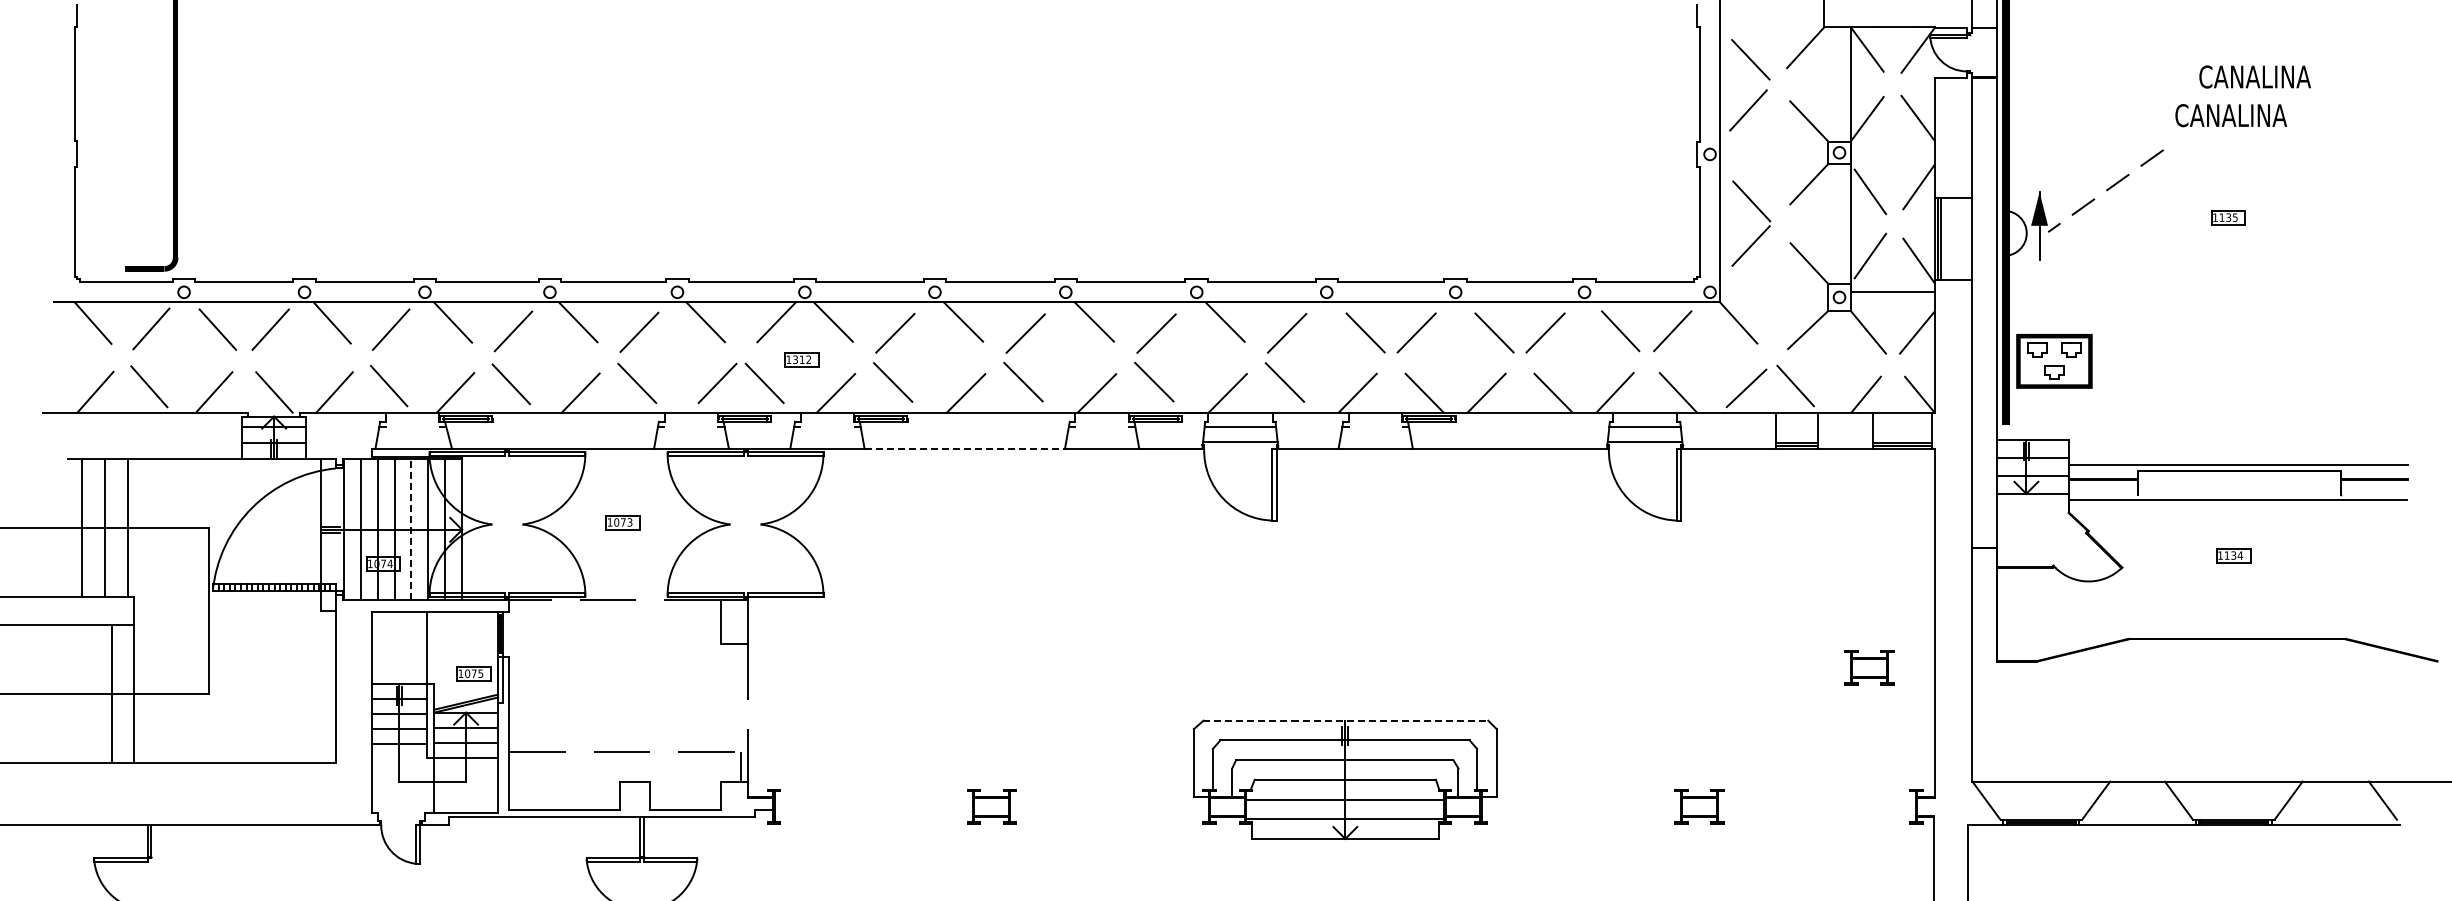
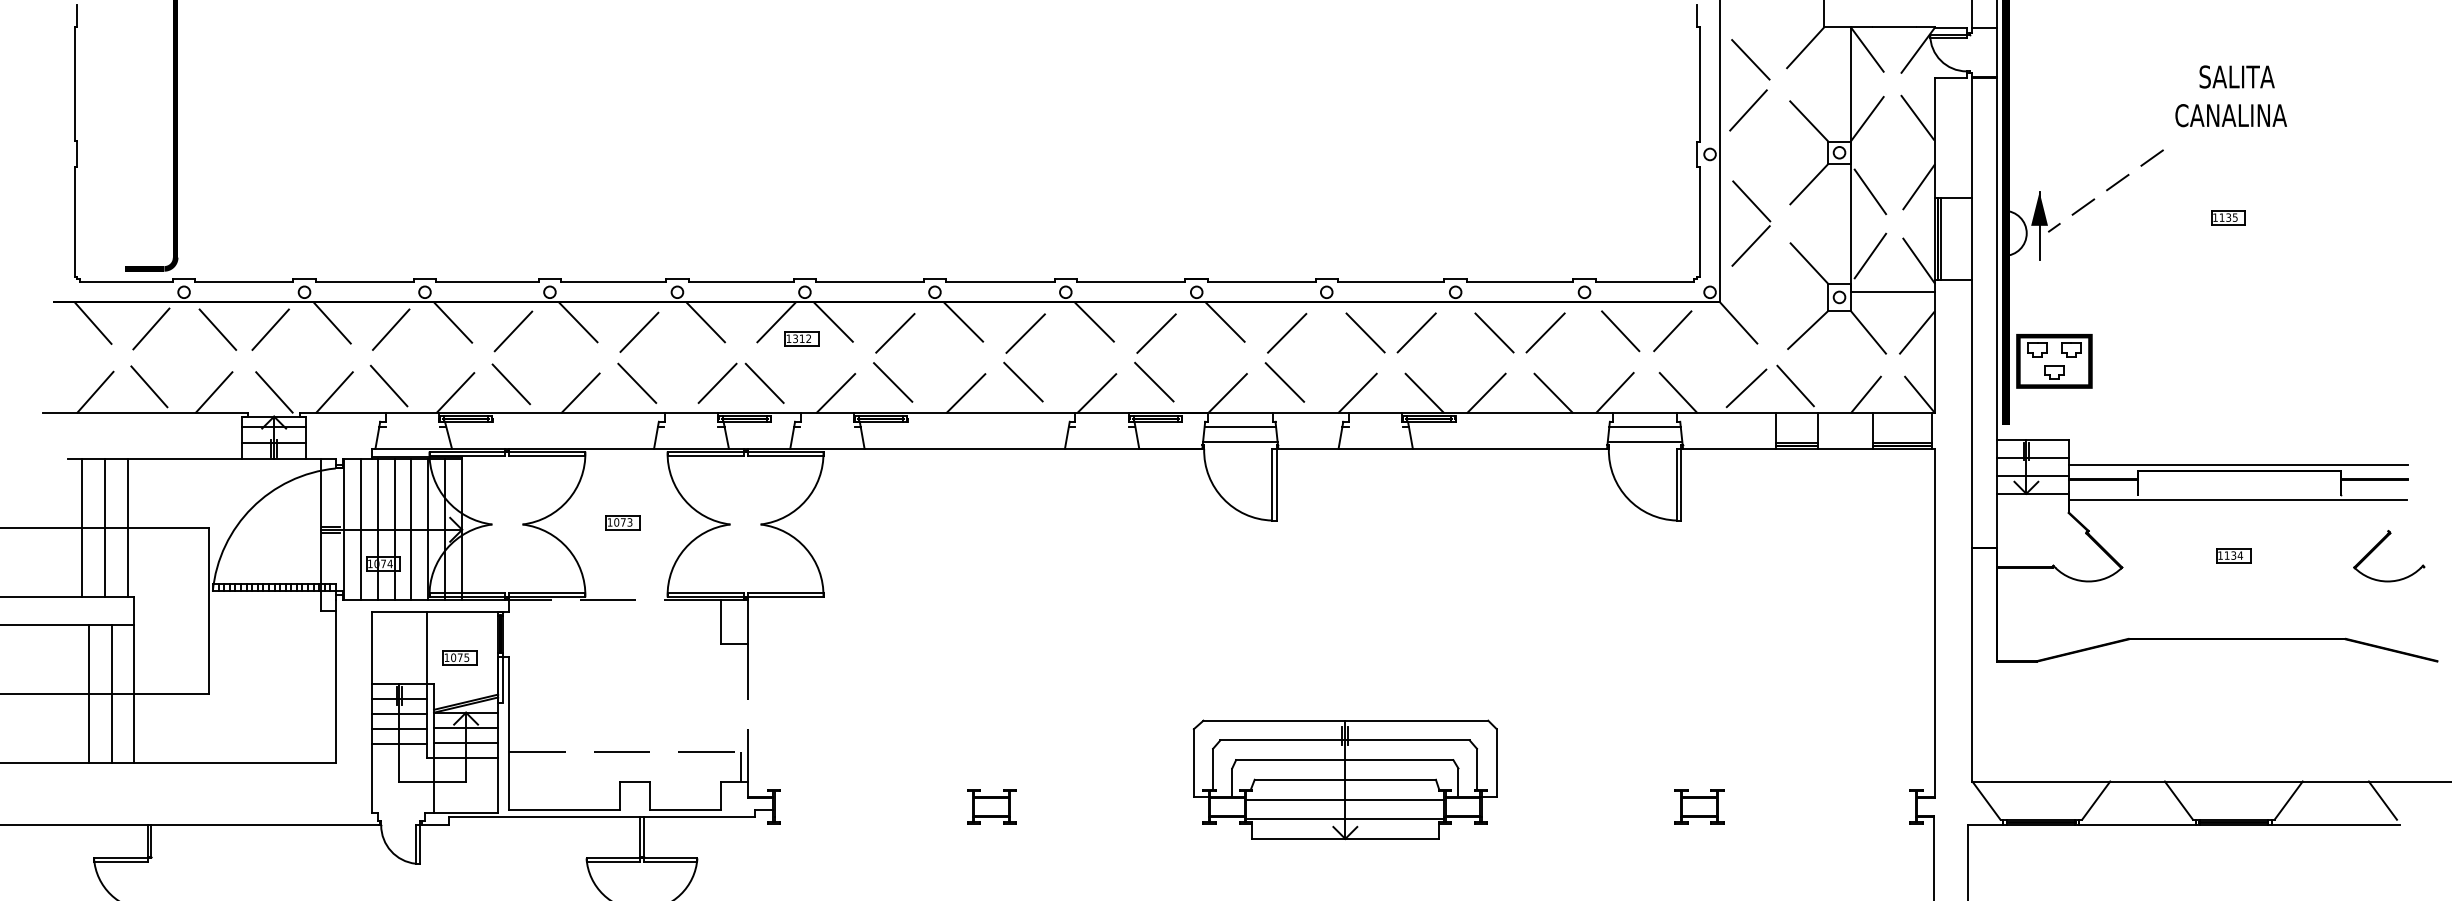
text at (2254, 76): CANALINA -> SALITA
part at (801, 359) position: (801, 359) -> (801, 338)
line at (965, 448): dashed -> solid
line at (411, 529): dashed -> solid
part at (2379, 545): none -> present
part at (1869, 667): present -> none
part at (473, 673) position: (473, 673) -> (459, 657)
line at (89, 694): none -> present
line at (1346, 720): dashed -> solid
